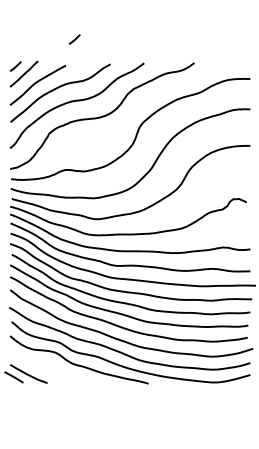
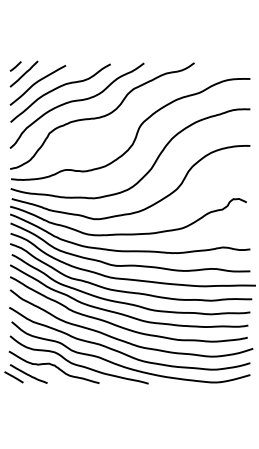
line at (74, 39): present -> none
curve at (53, 366): none -> present
